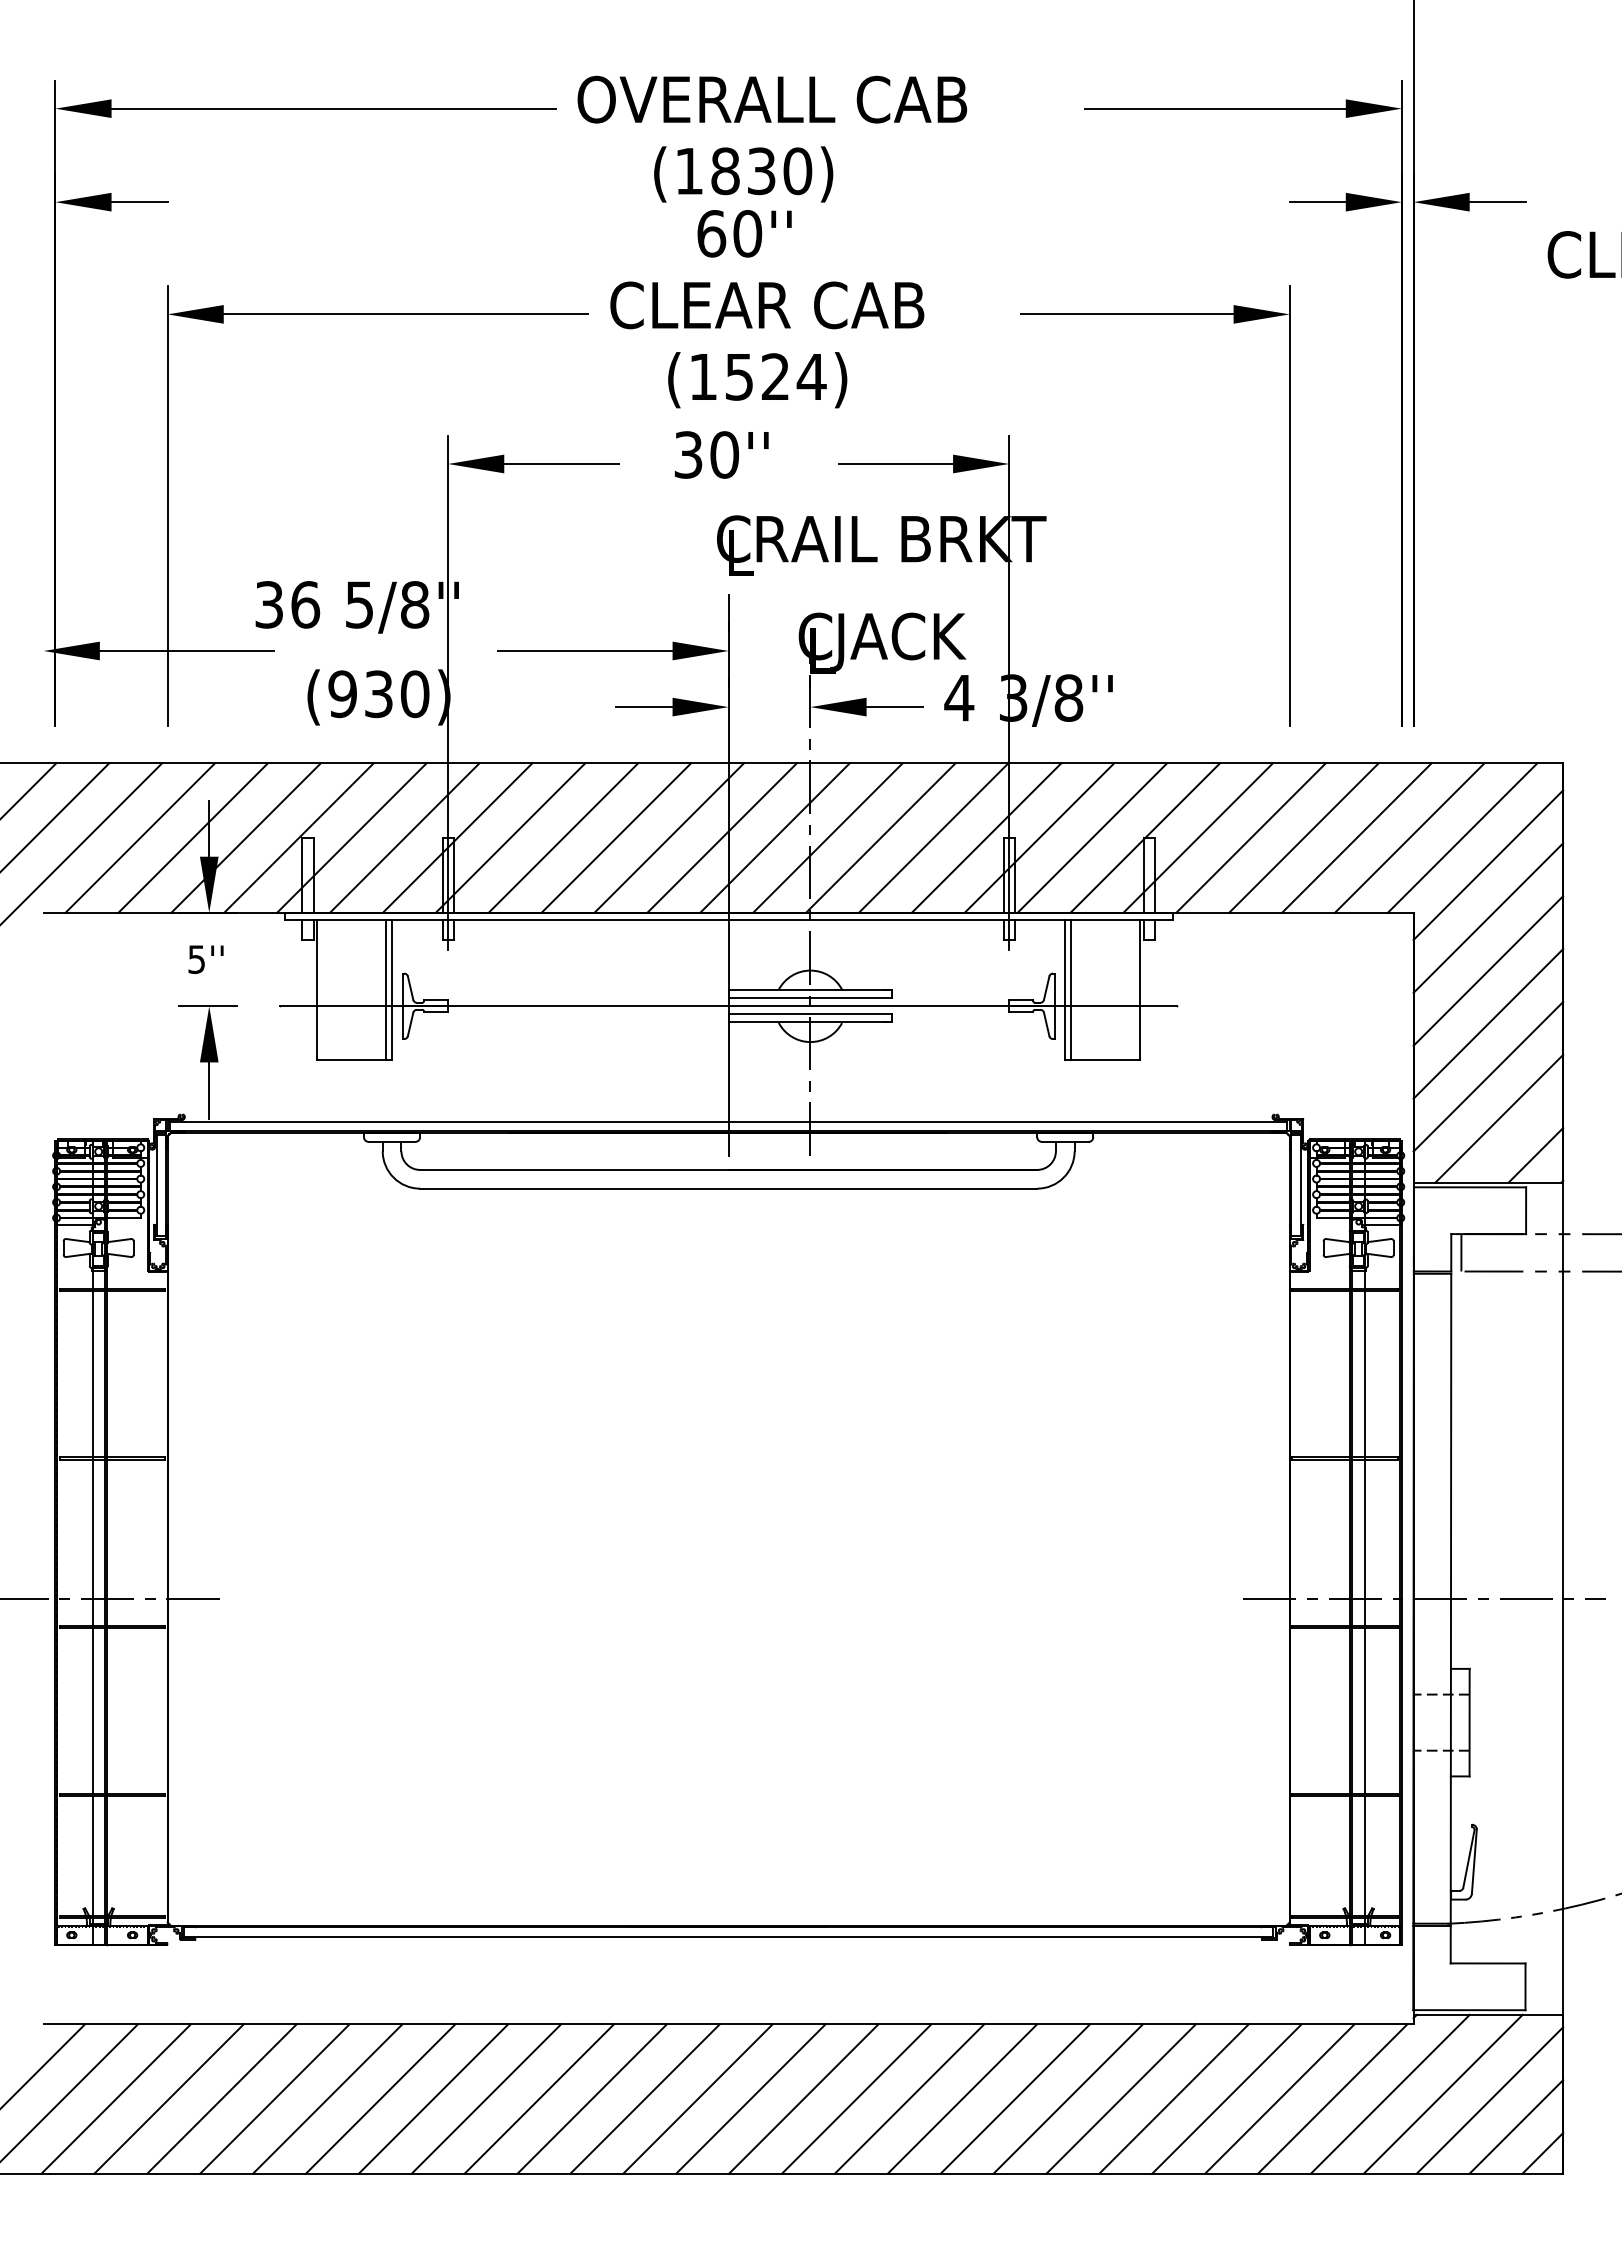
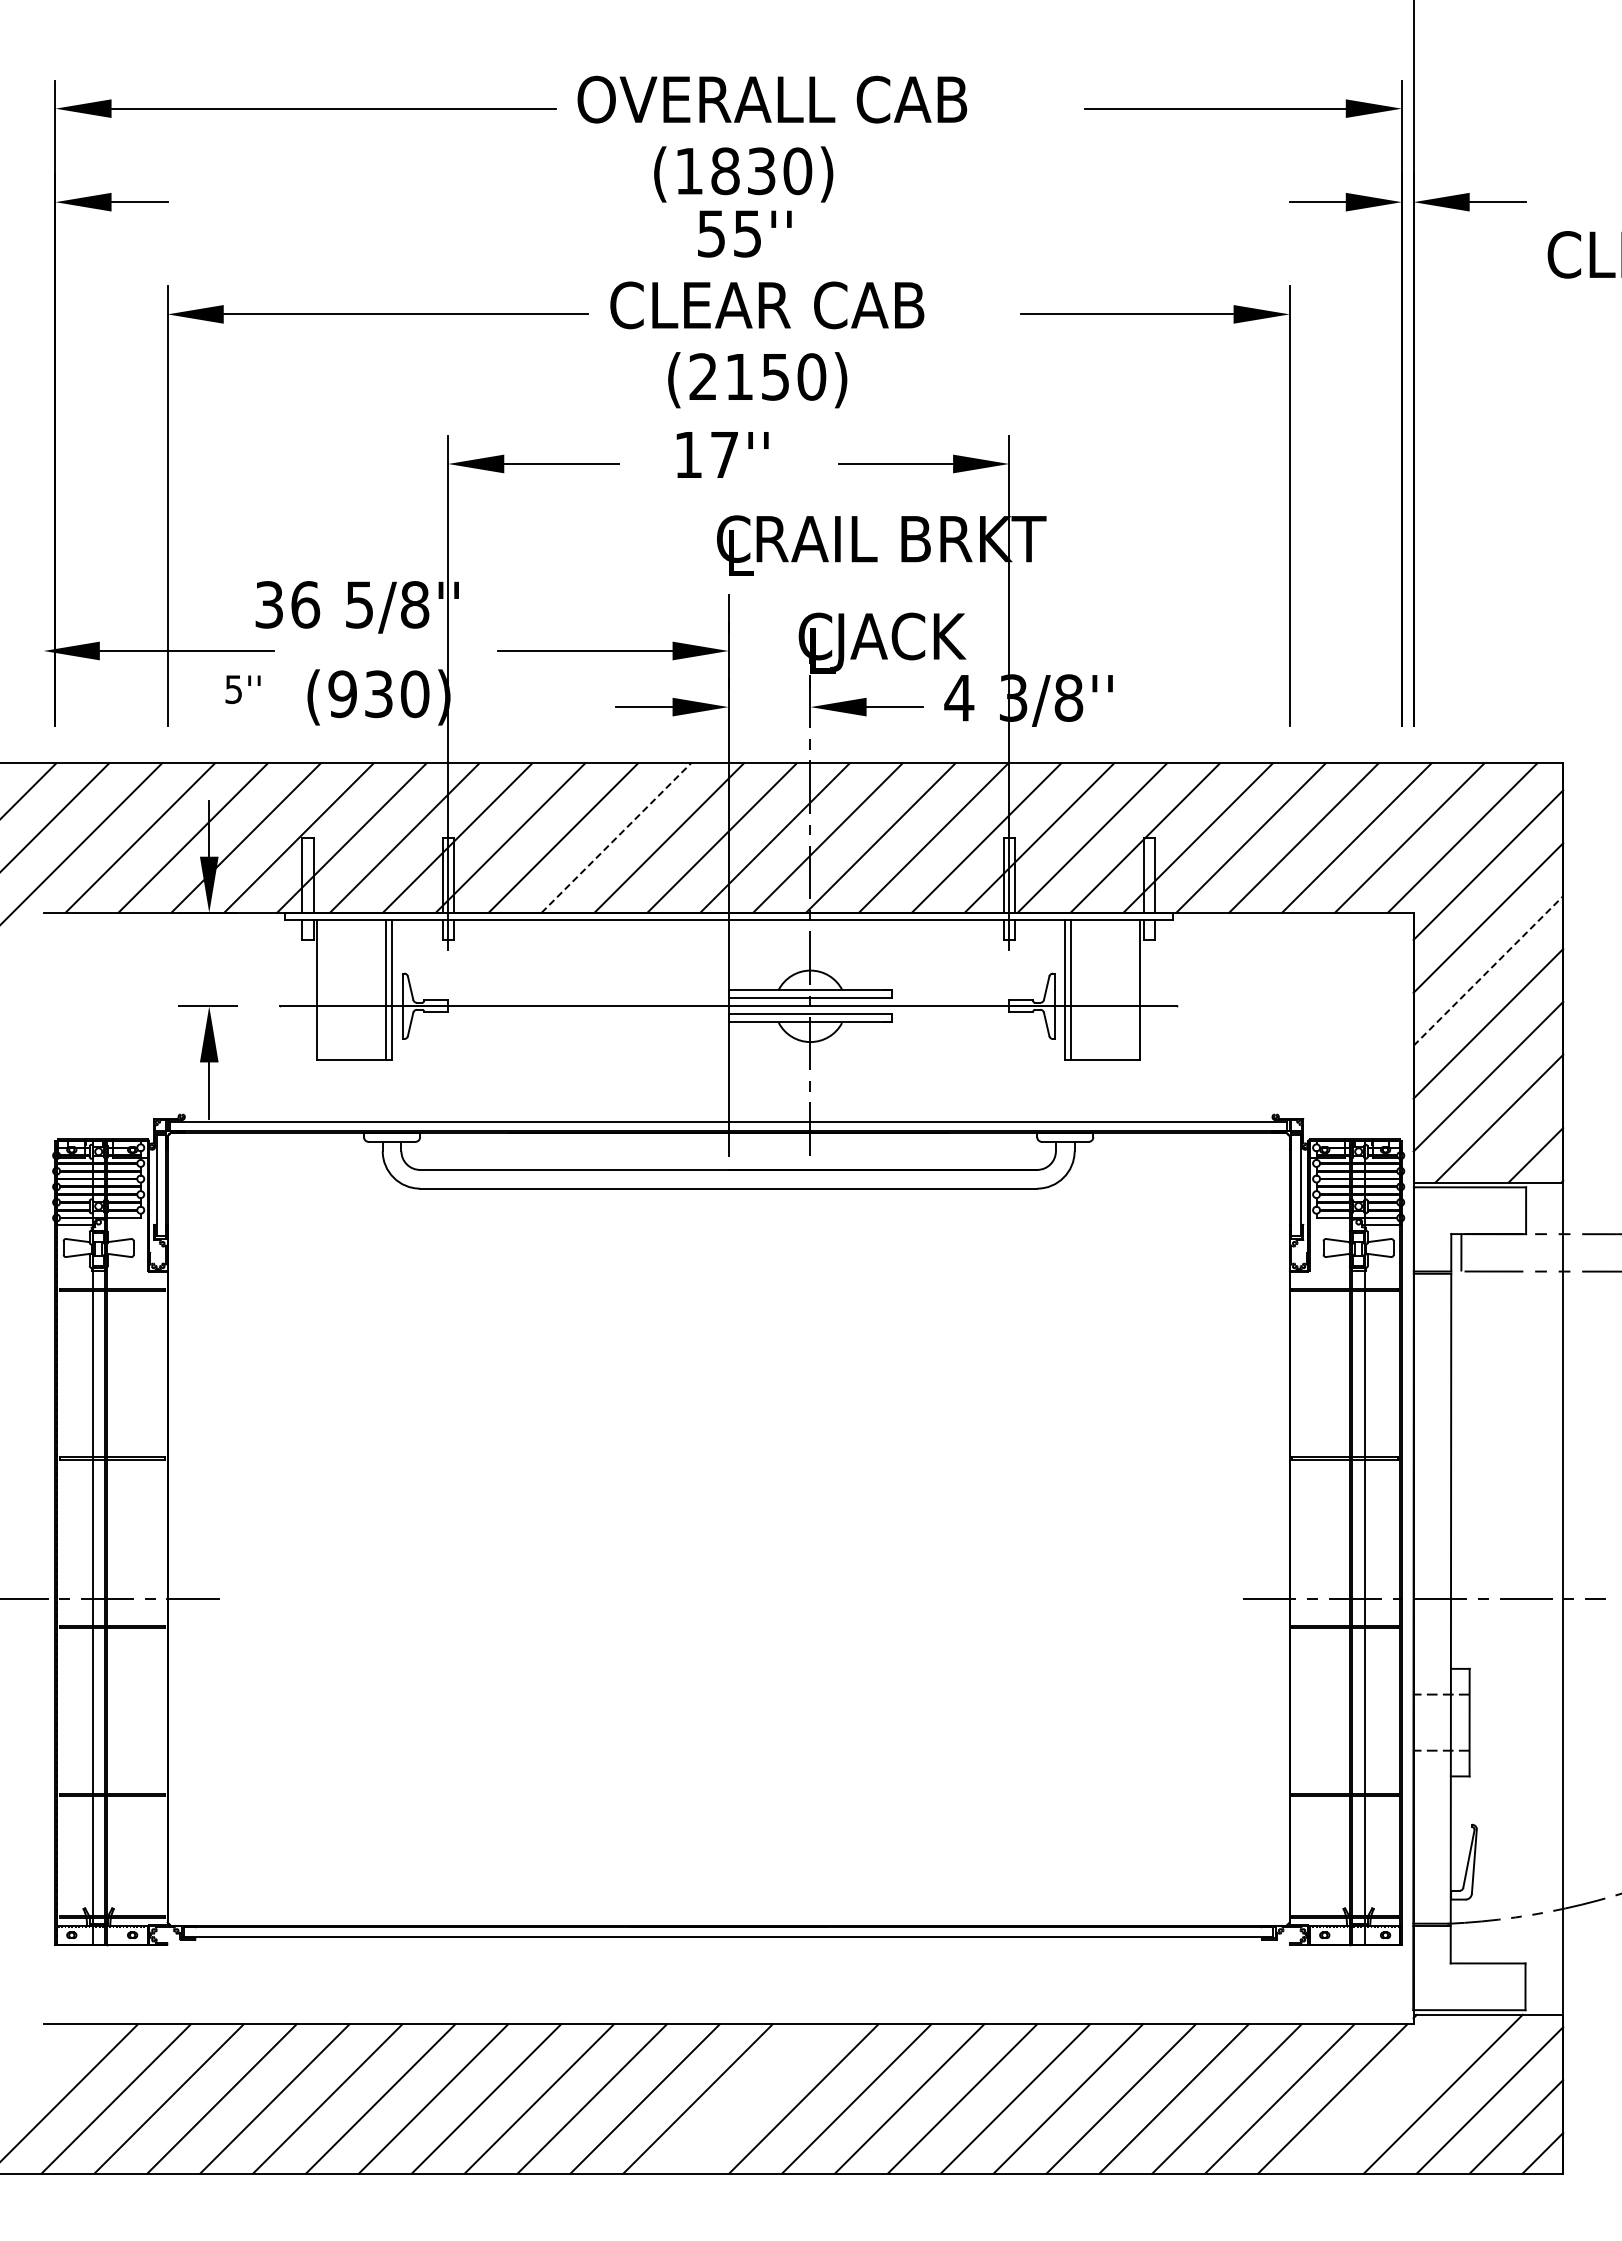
text at (729, 233): 60'' -> 55''
text at (757, 376): (1524) -> (2150)
text at (706, 454): 30'' -> 17''
line at (616, 838): solid -> dashed
text at (205, 959) position: (205, 959) -> (242, 689)
line at (1488, 970): solid -> dashed
line at (43, 2065): present -> none
line at (1389, 2093): present -> none
line at (750, 2098): present -> none
